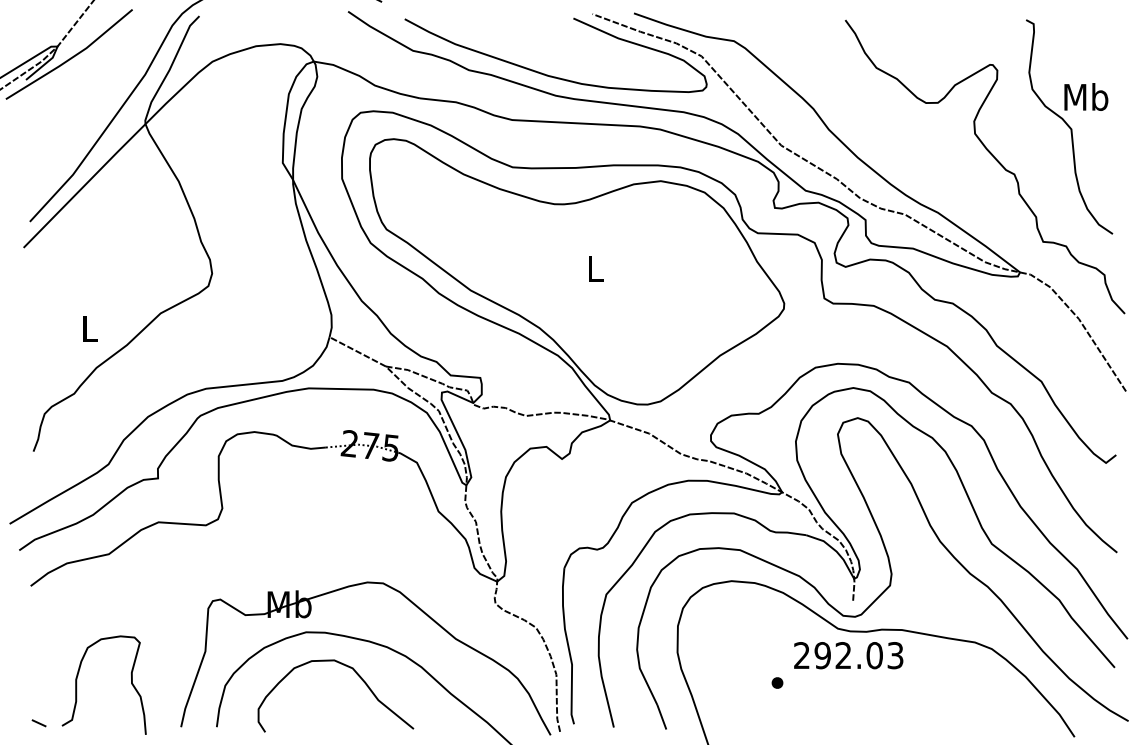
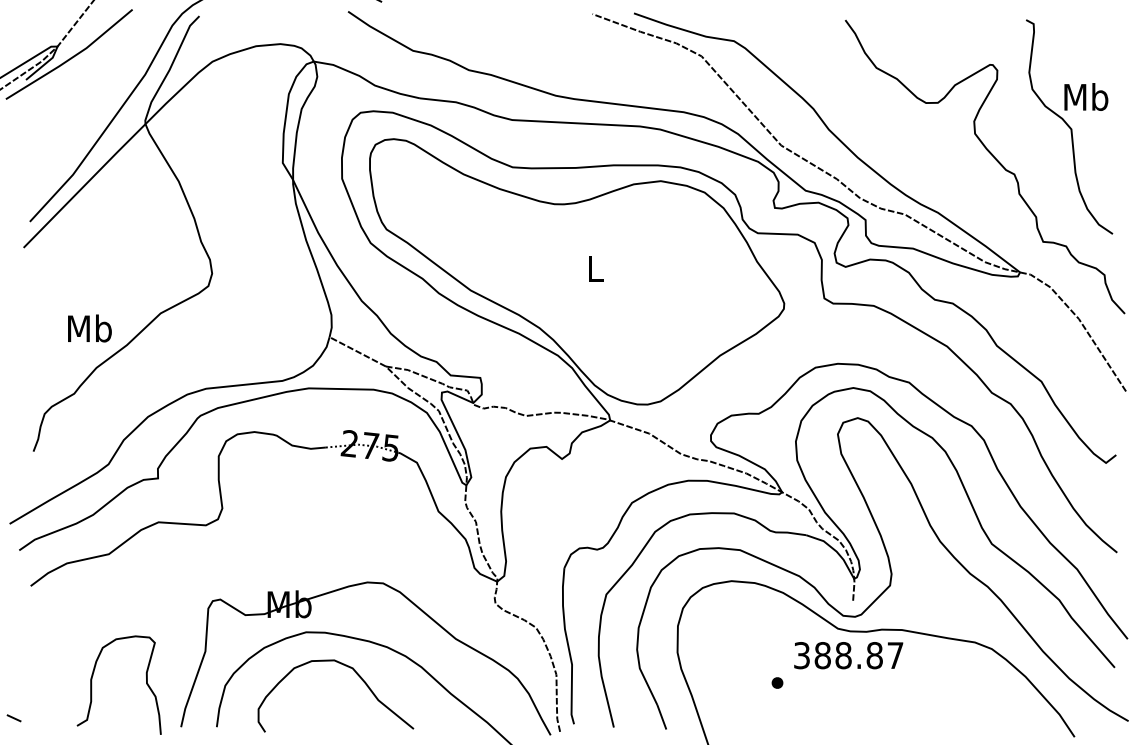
curve at (551, 75): present -> none
text at (89, 328): L -> Mb
text at (848, 655): 292.03 -> 388.87
curve at (77, 684) position: (77, 684) -> (92, 684)
line at (38, 723) position: (38, 723) -> (13, 718)
